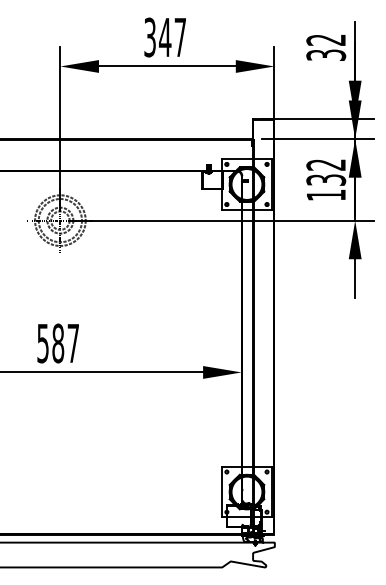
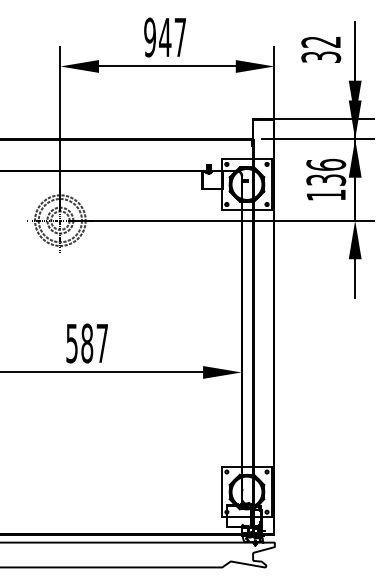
text at (149, 37): 347 -> 947
text at (326, 47) position: (326, 47) -> (321, 49)
text at (326, 164): 132 -> 136
text at (57, 343) position: (57, 343) -> (86, 343)
